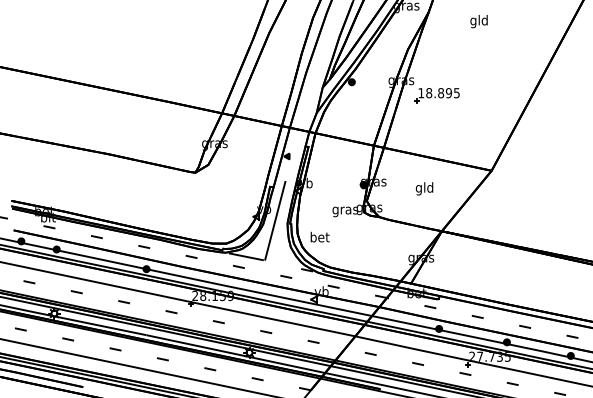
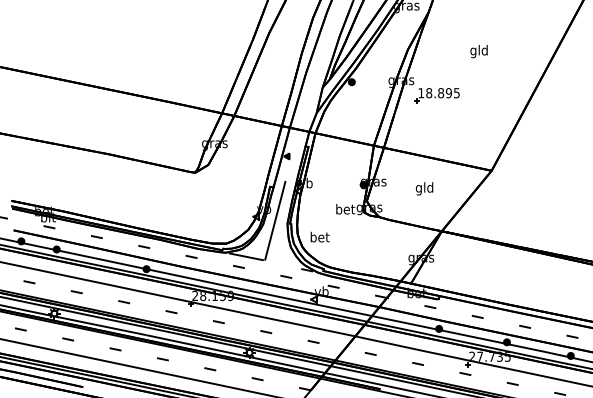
text at (478, 21) position: (478, 21) -> (478, 51)
text at (345, 210): gras -> bet
